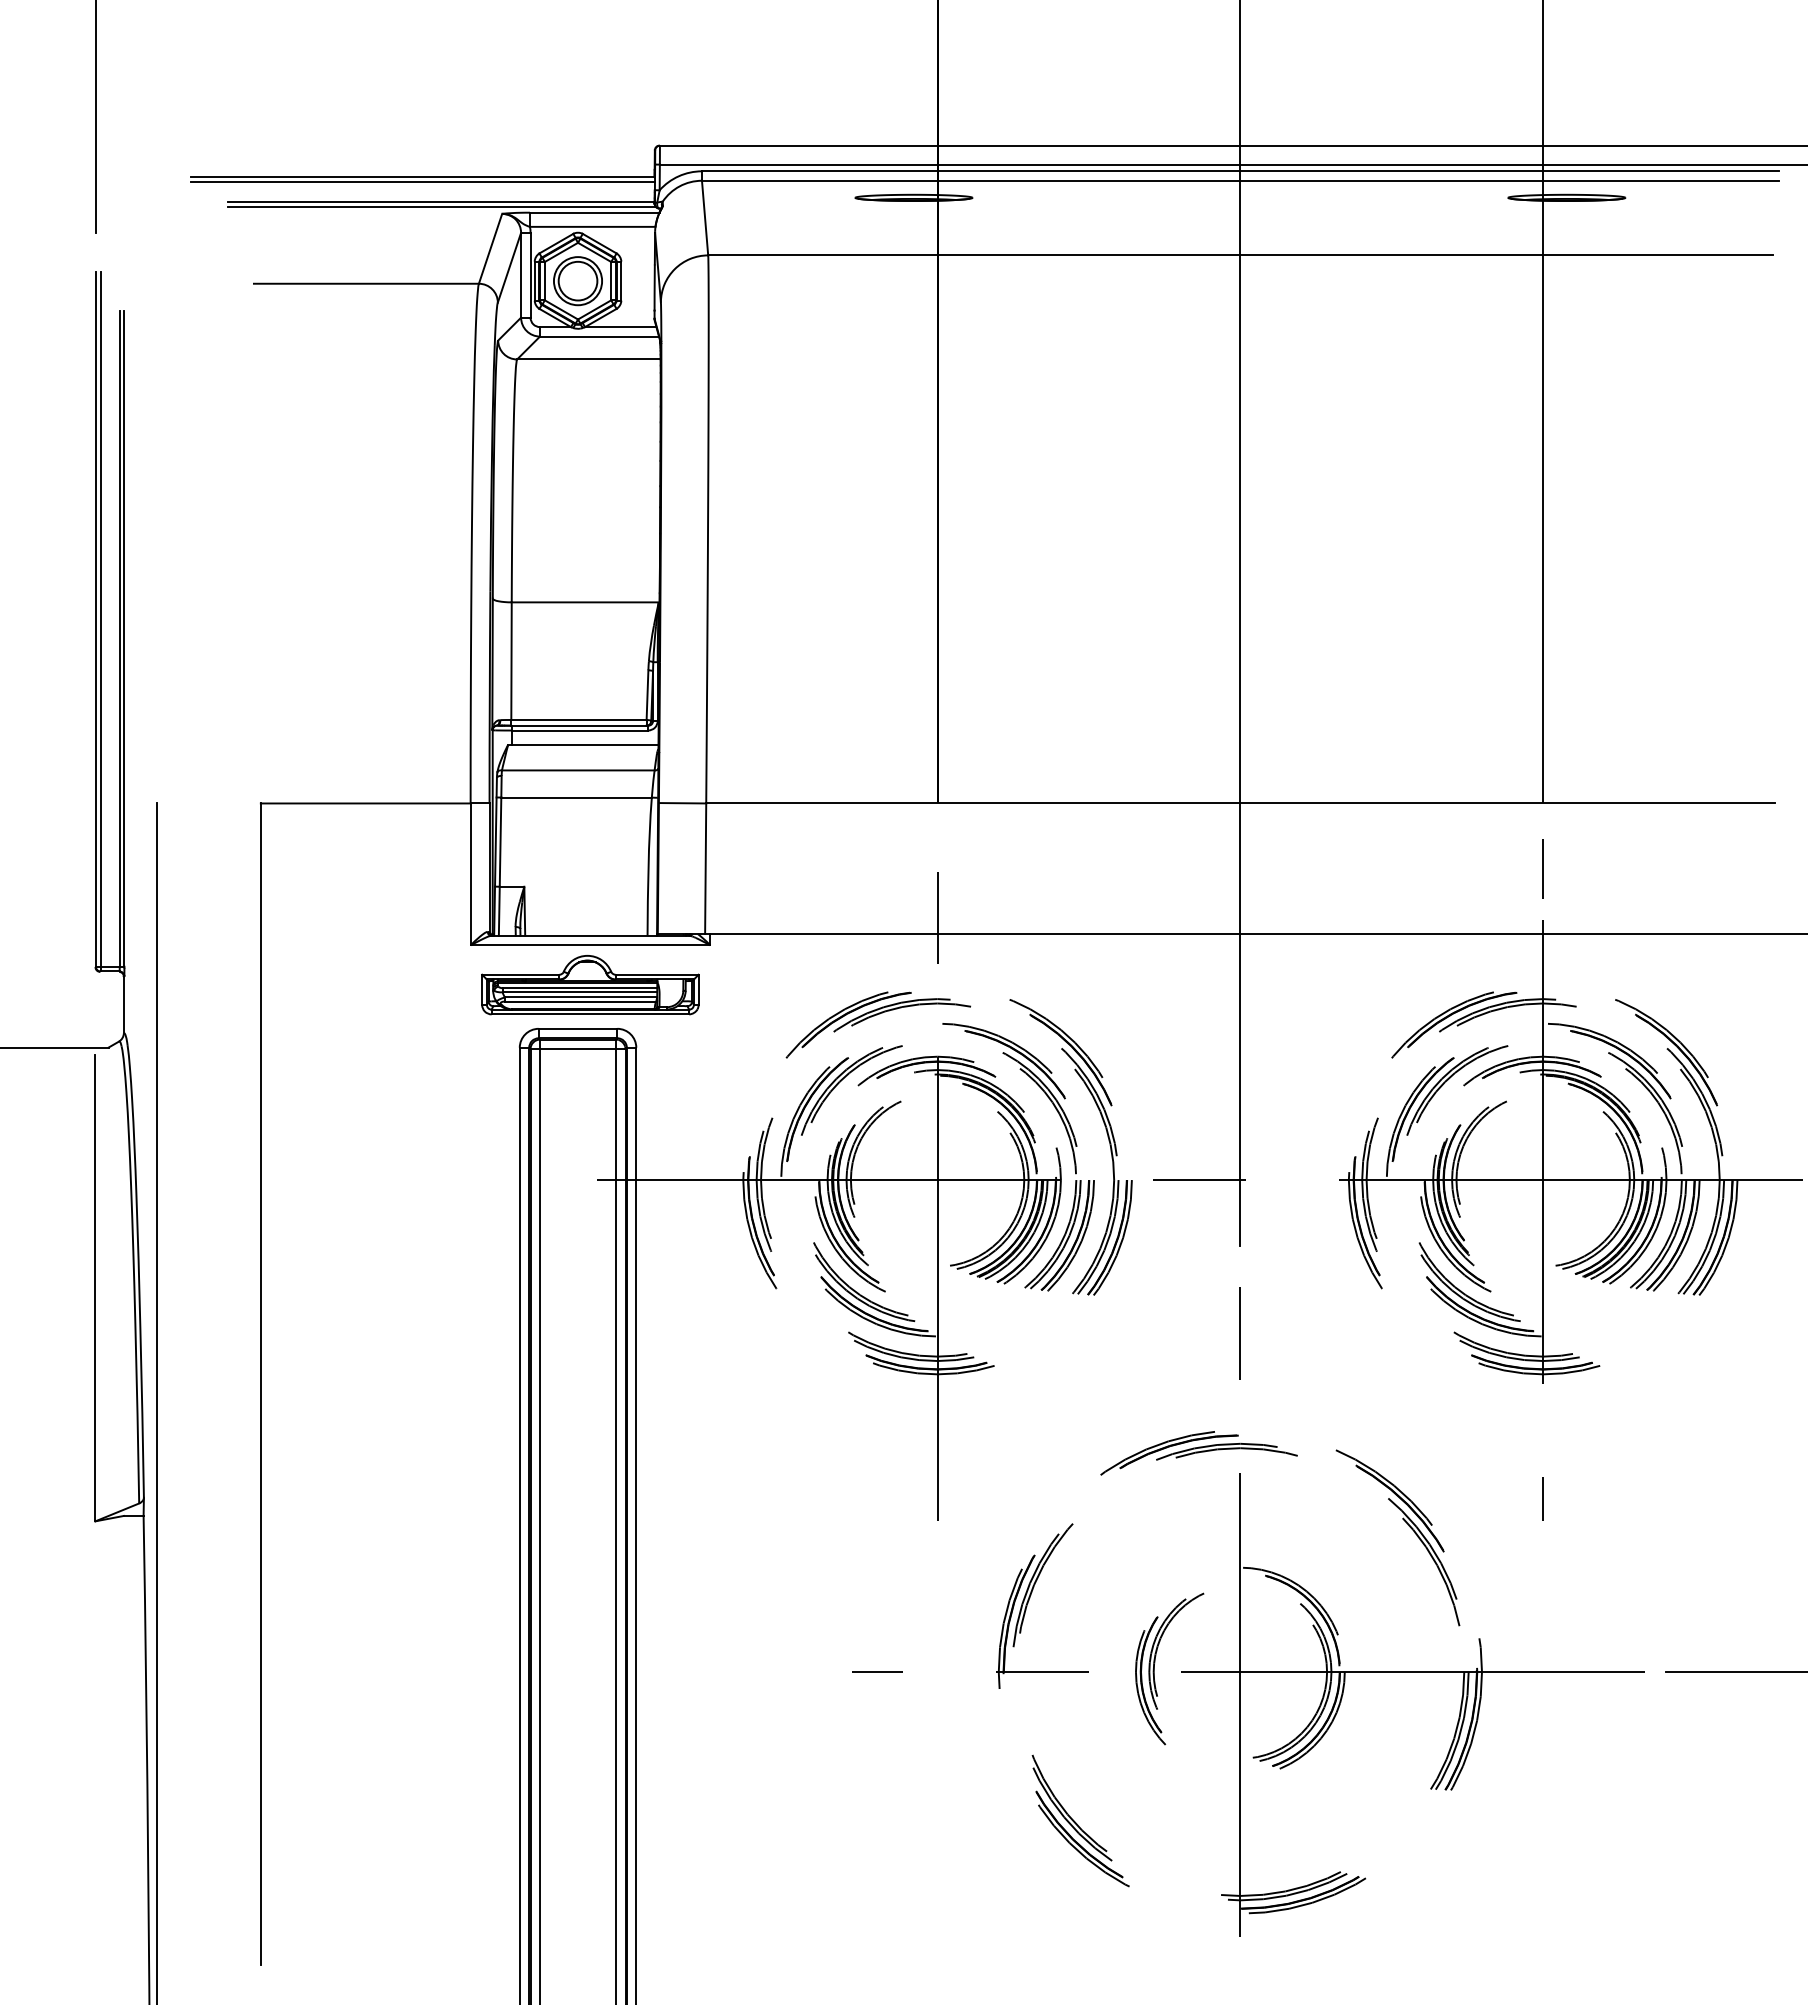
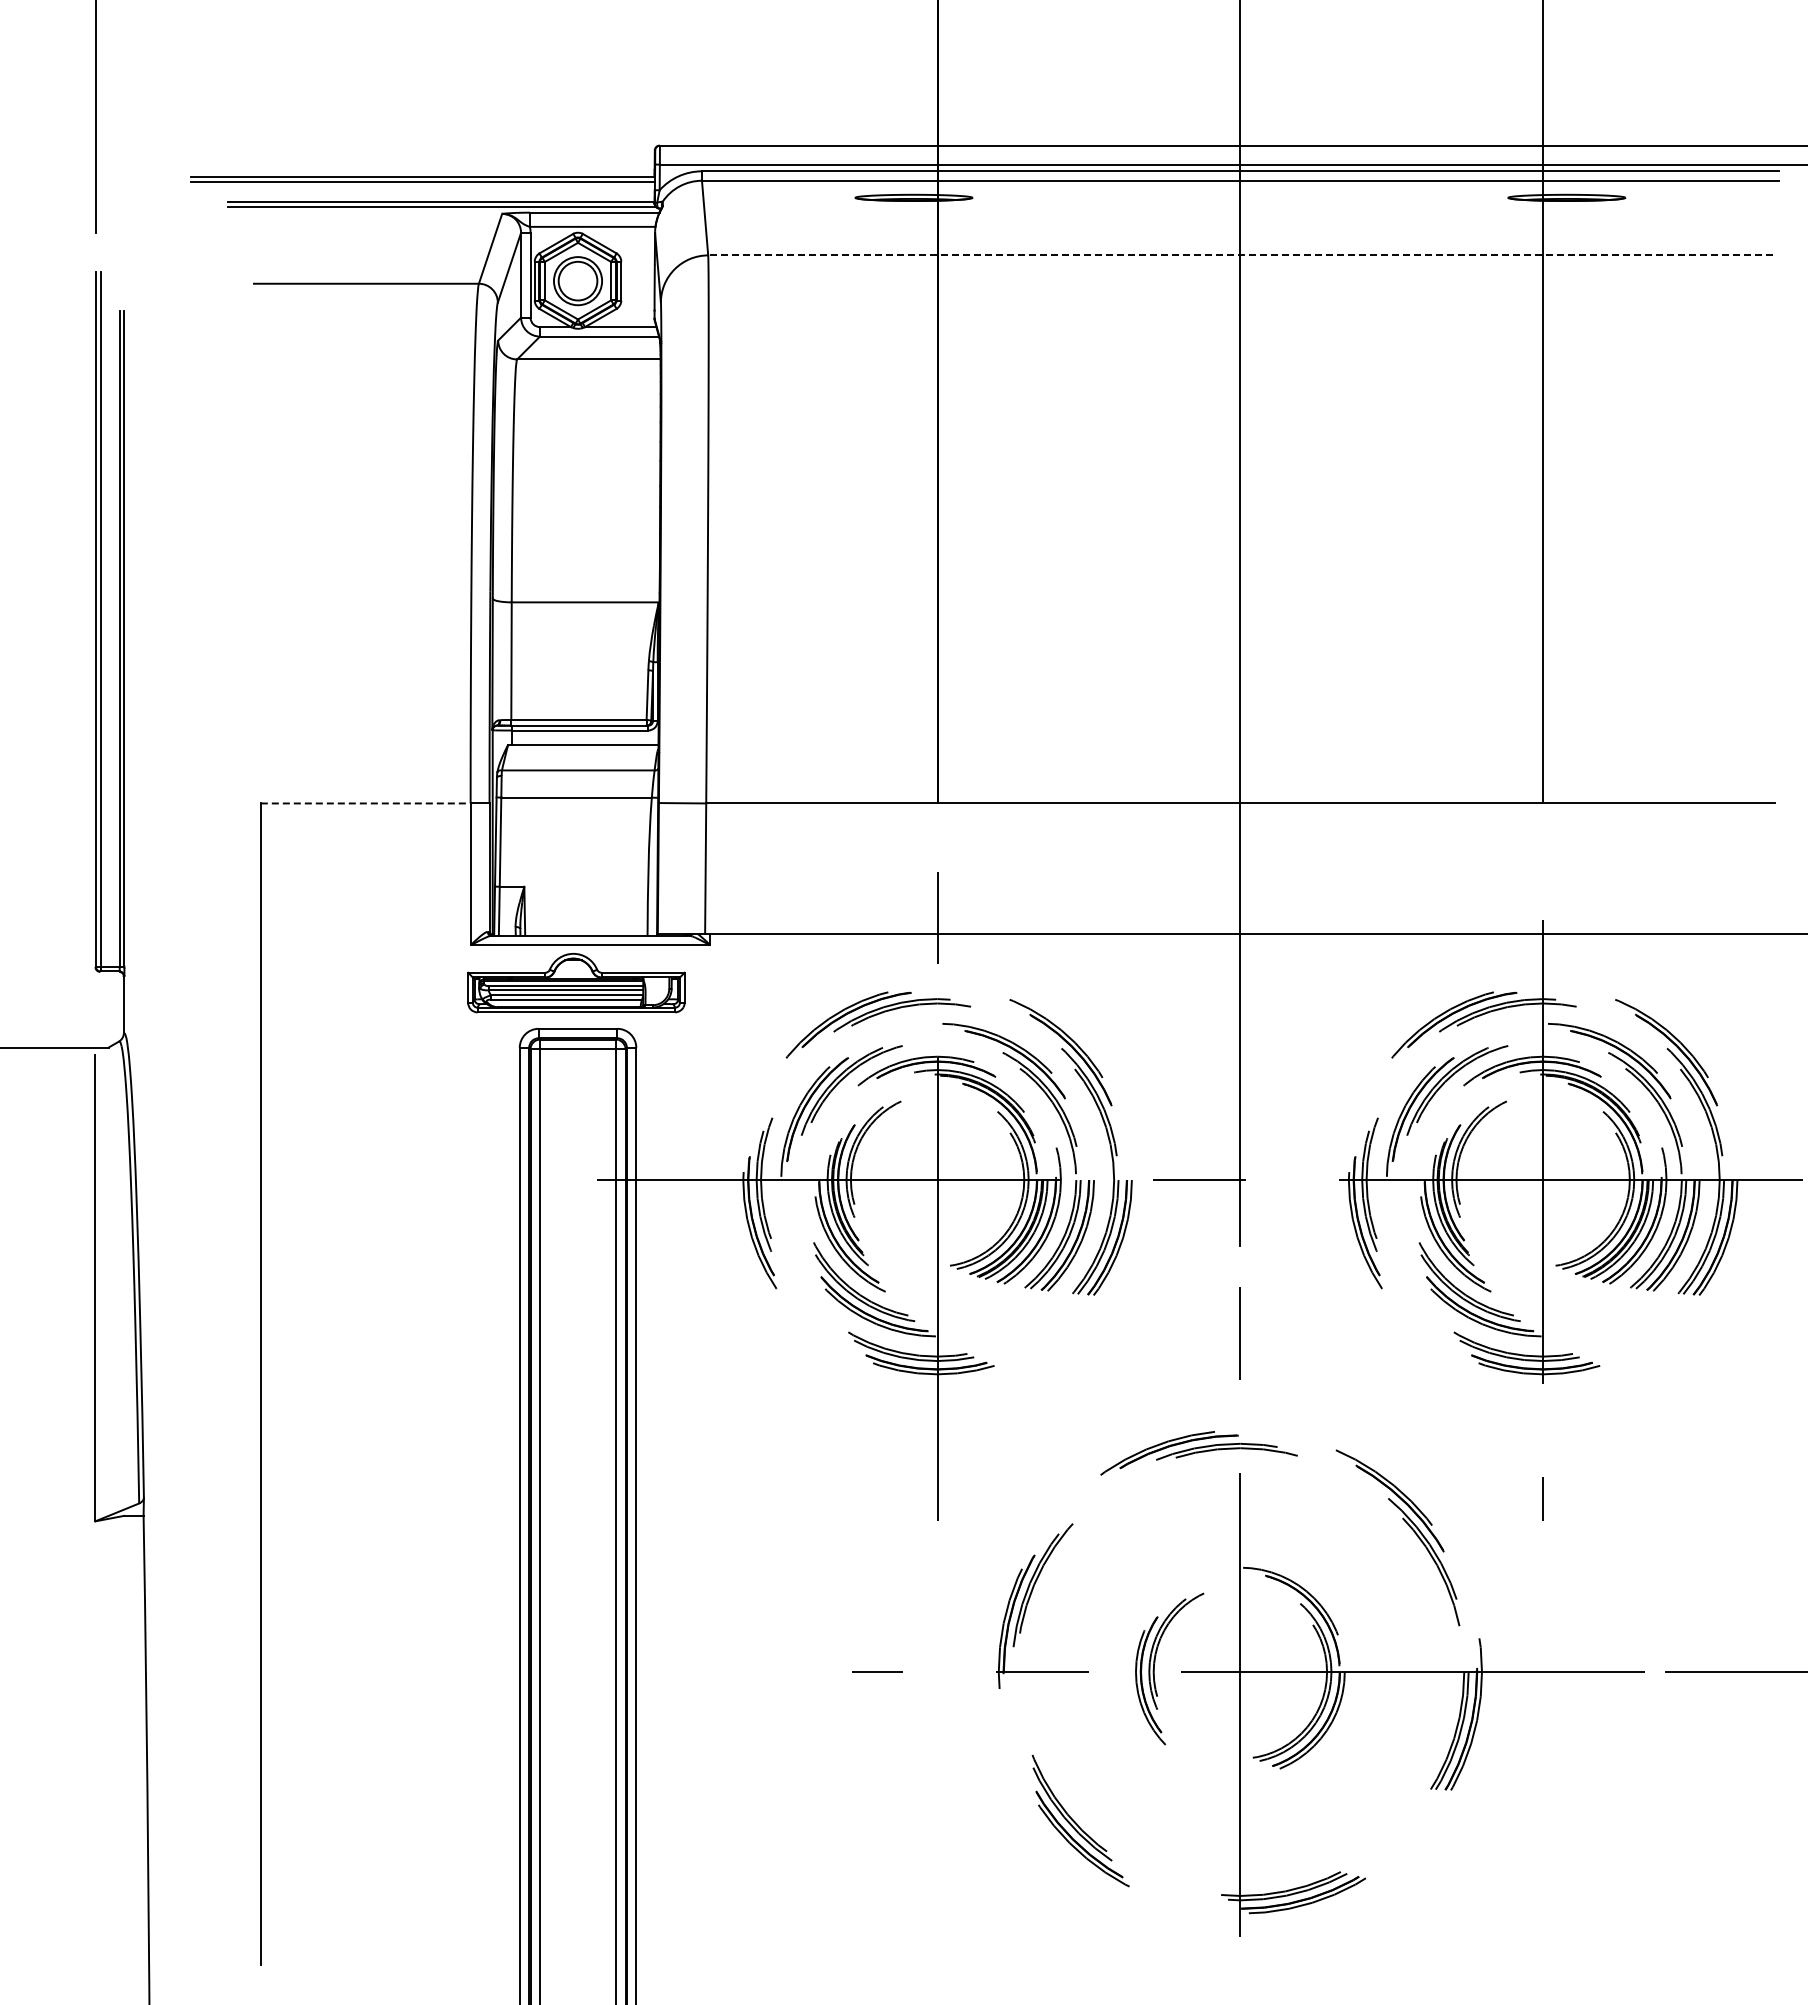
line at (1239, 255): solid -> dashed
line at (365, 803): solid -> dashed
line at (1542, 868): present -> none
part at (590, 985) position: (590, 985) -> (576, 983)
line at (156, 1402): present -> none
